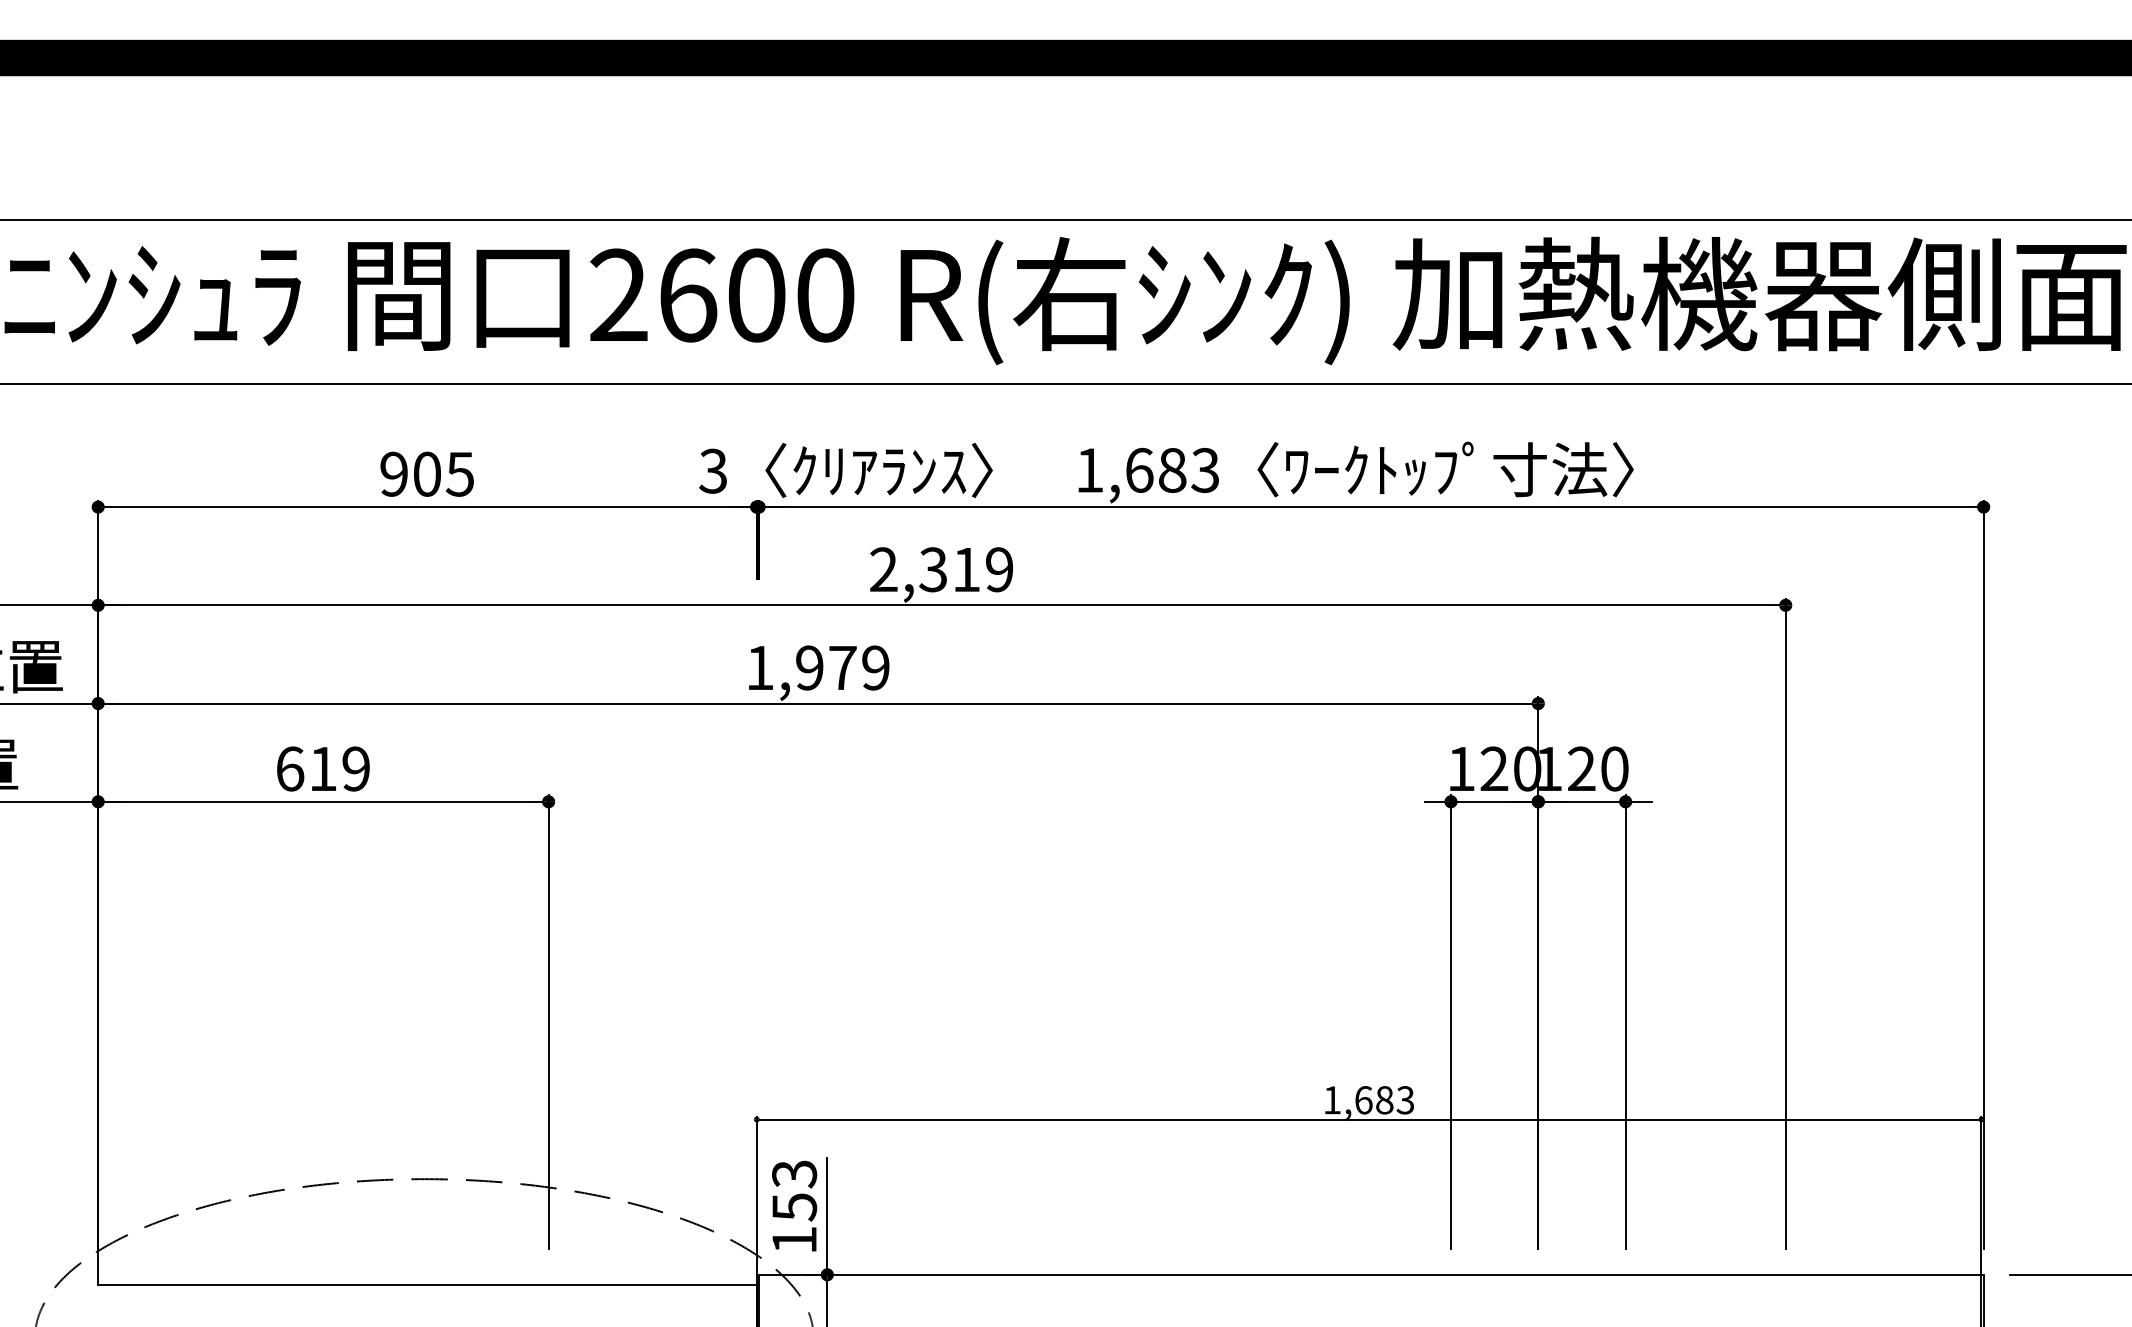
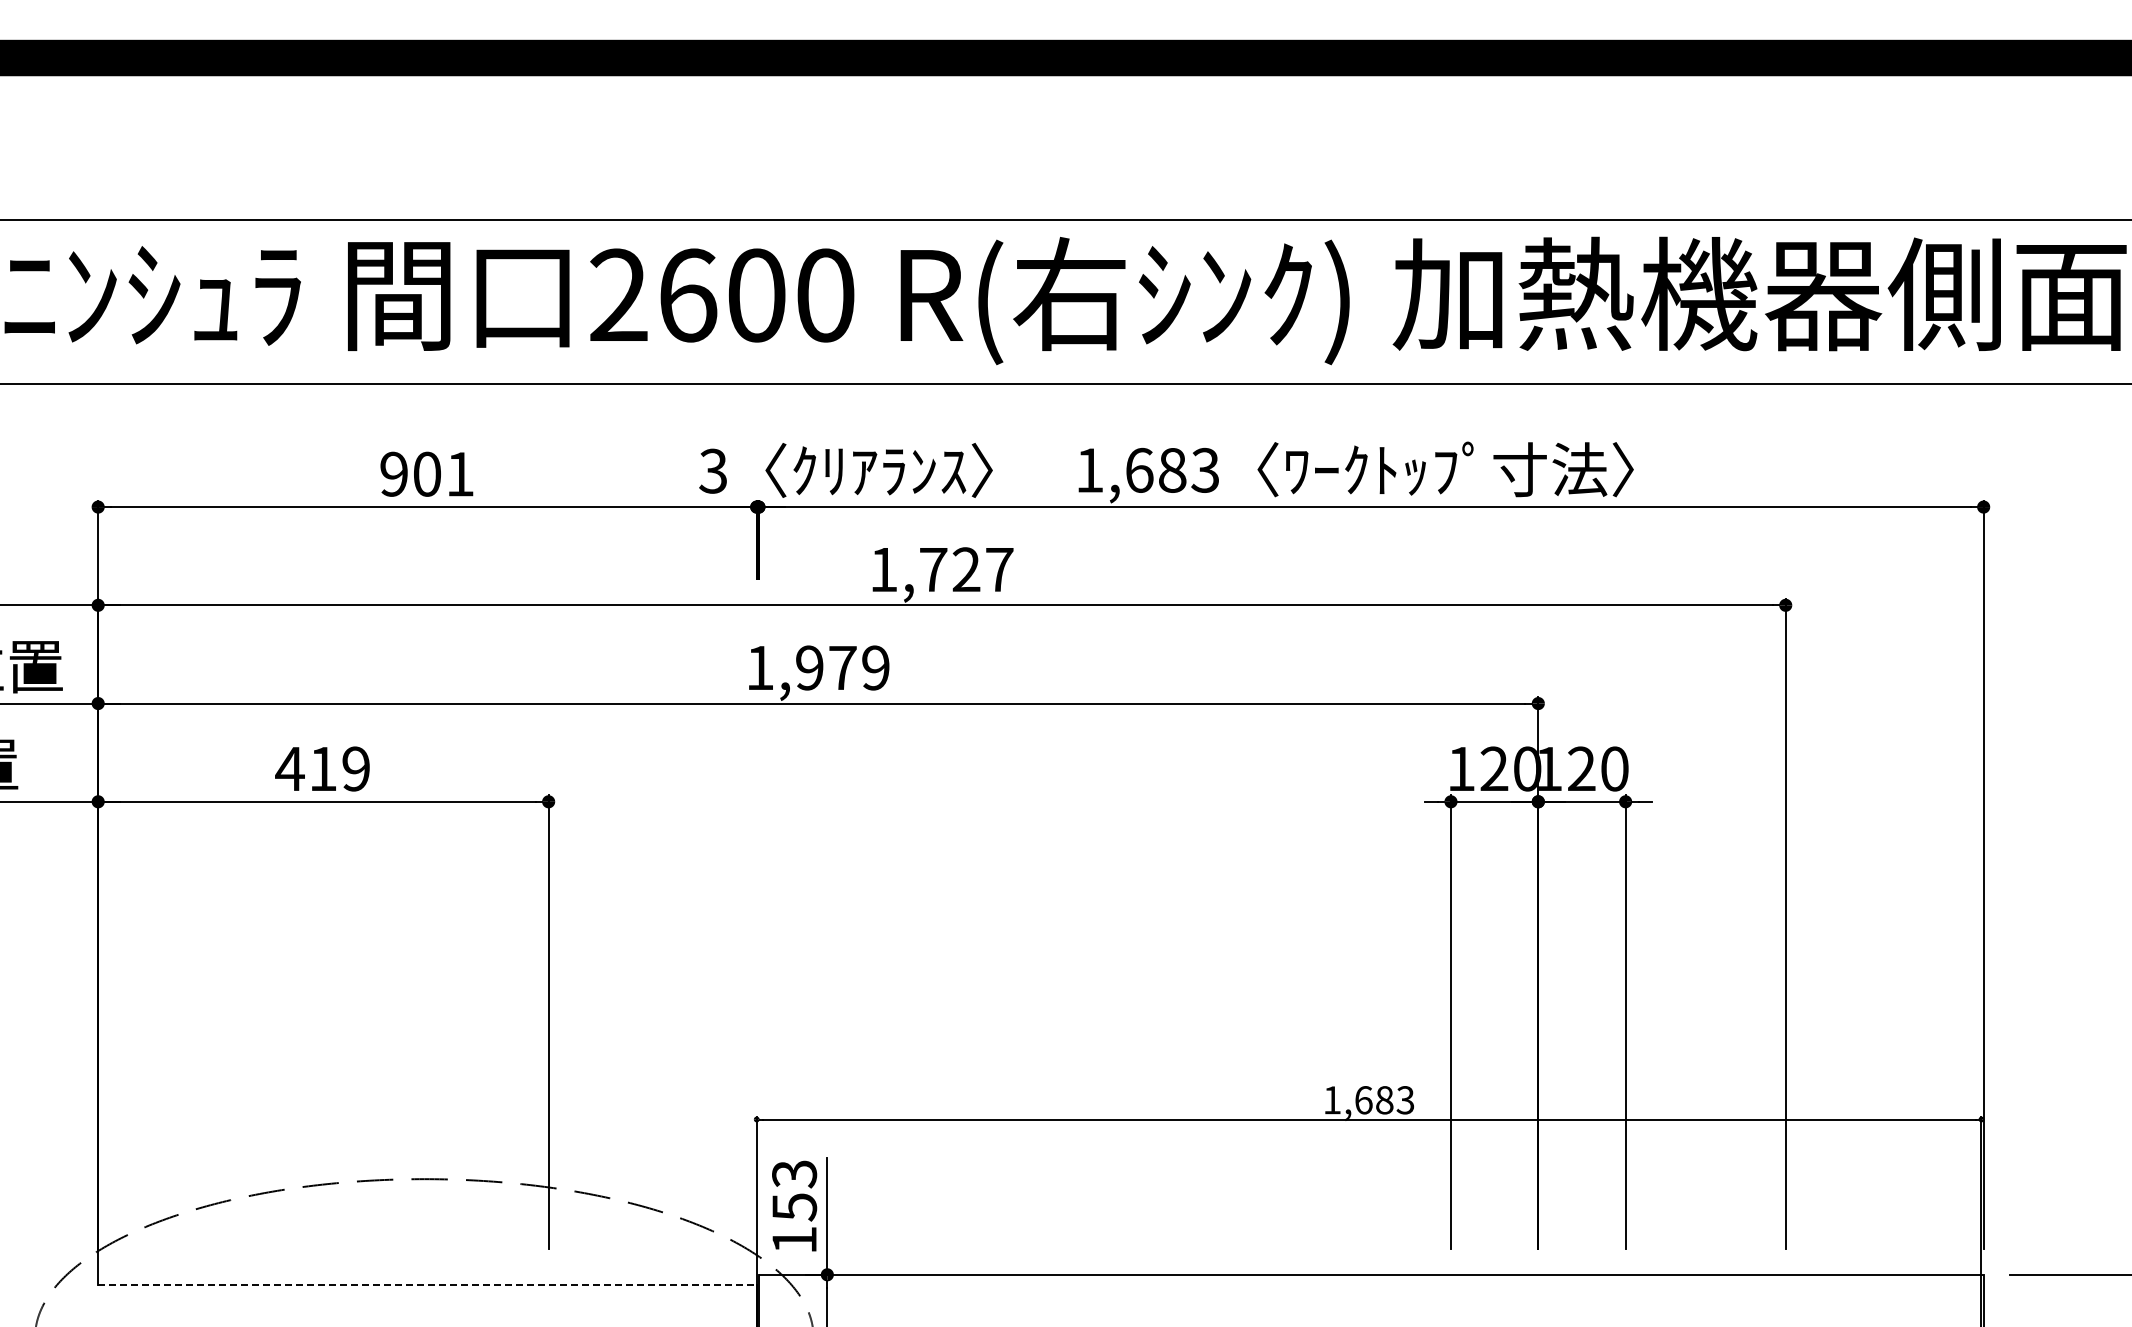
text at (459, 474): 905 -> 901
text at (941, 569): 2,319 -> 1,727
text at (289, 768): 619 -> 419
line at (427, 1284): solid -> dashed
